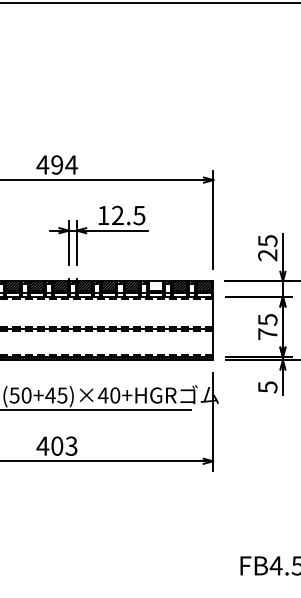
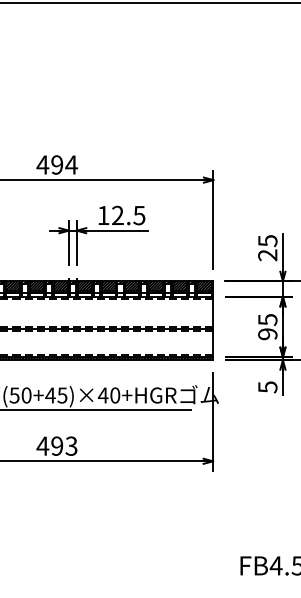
hatch at (156, 285): none -> present
text at (267, 334): 75 -> 95
text at (57, 445): 403 -> 493
